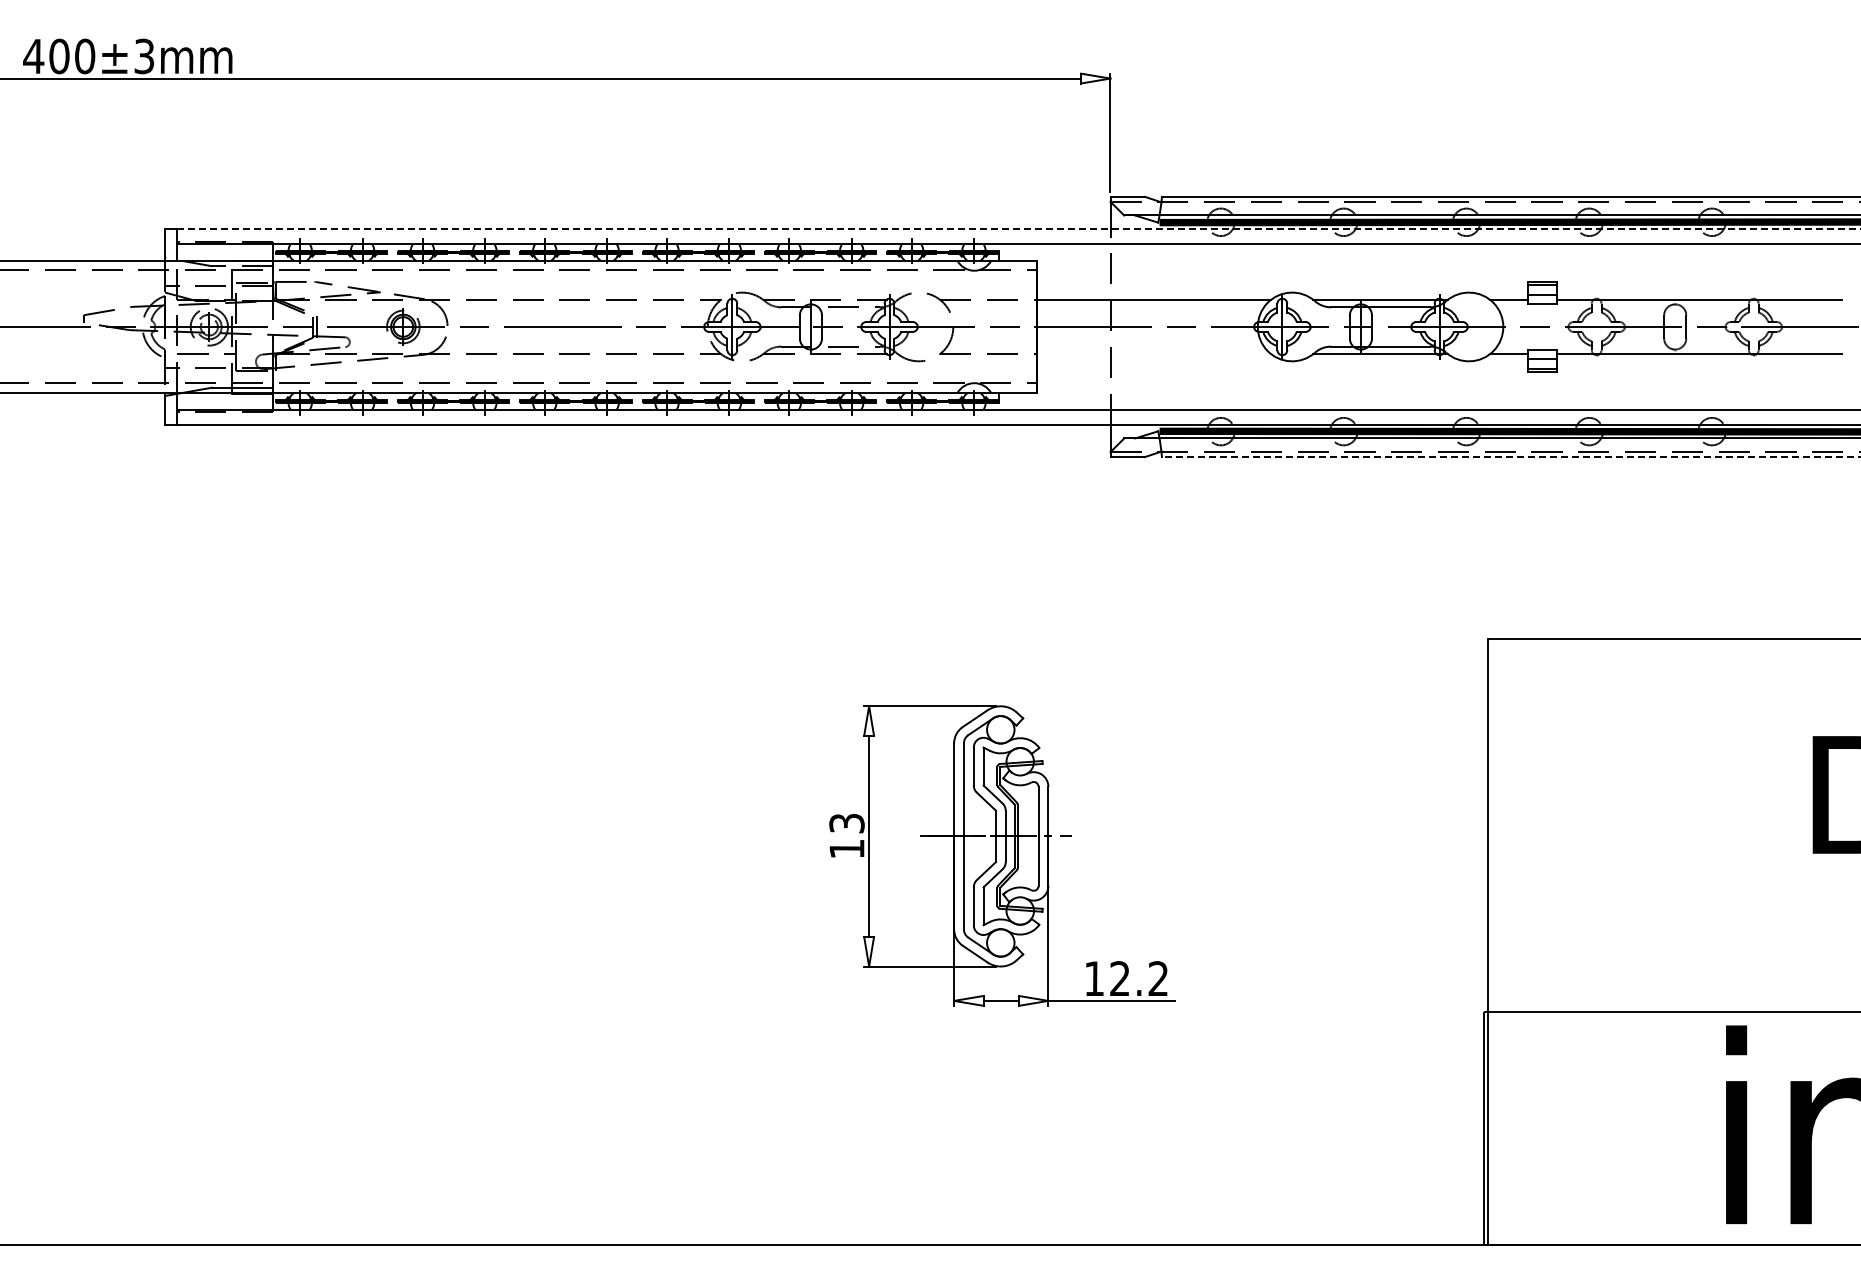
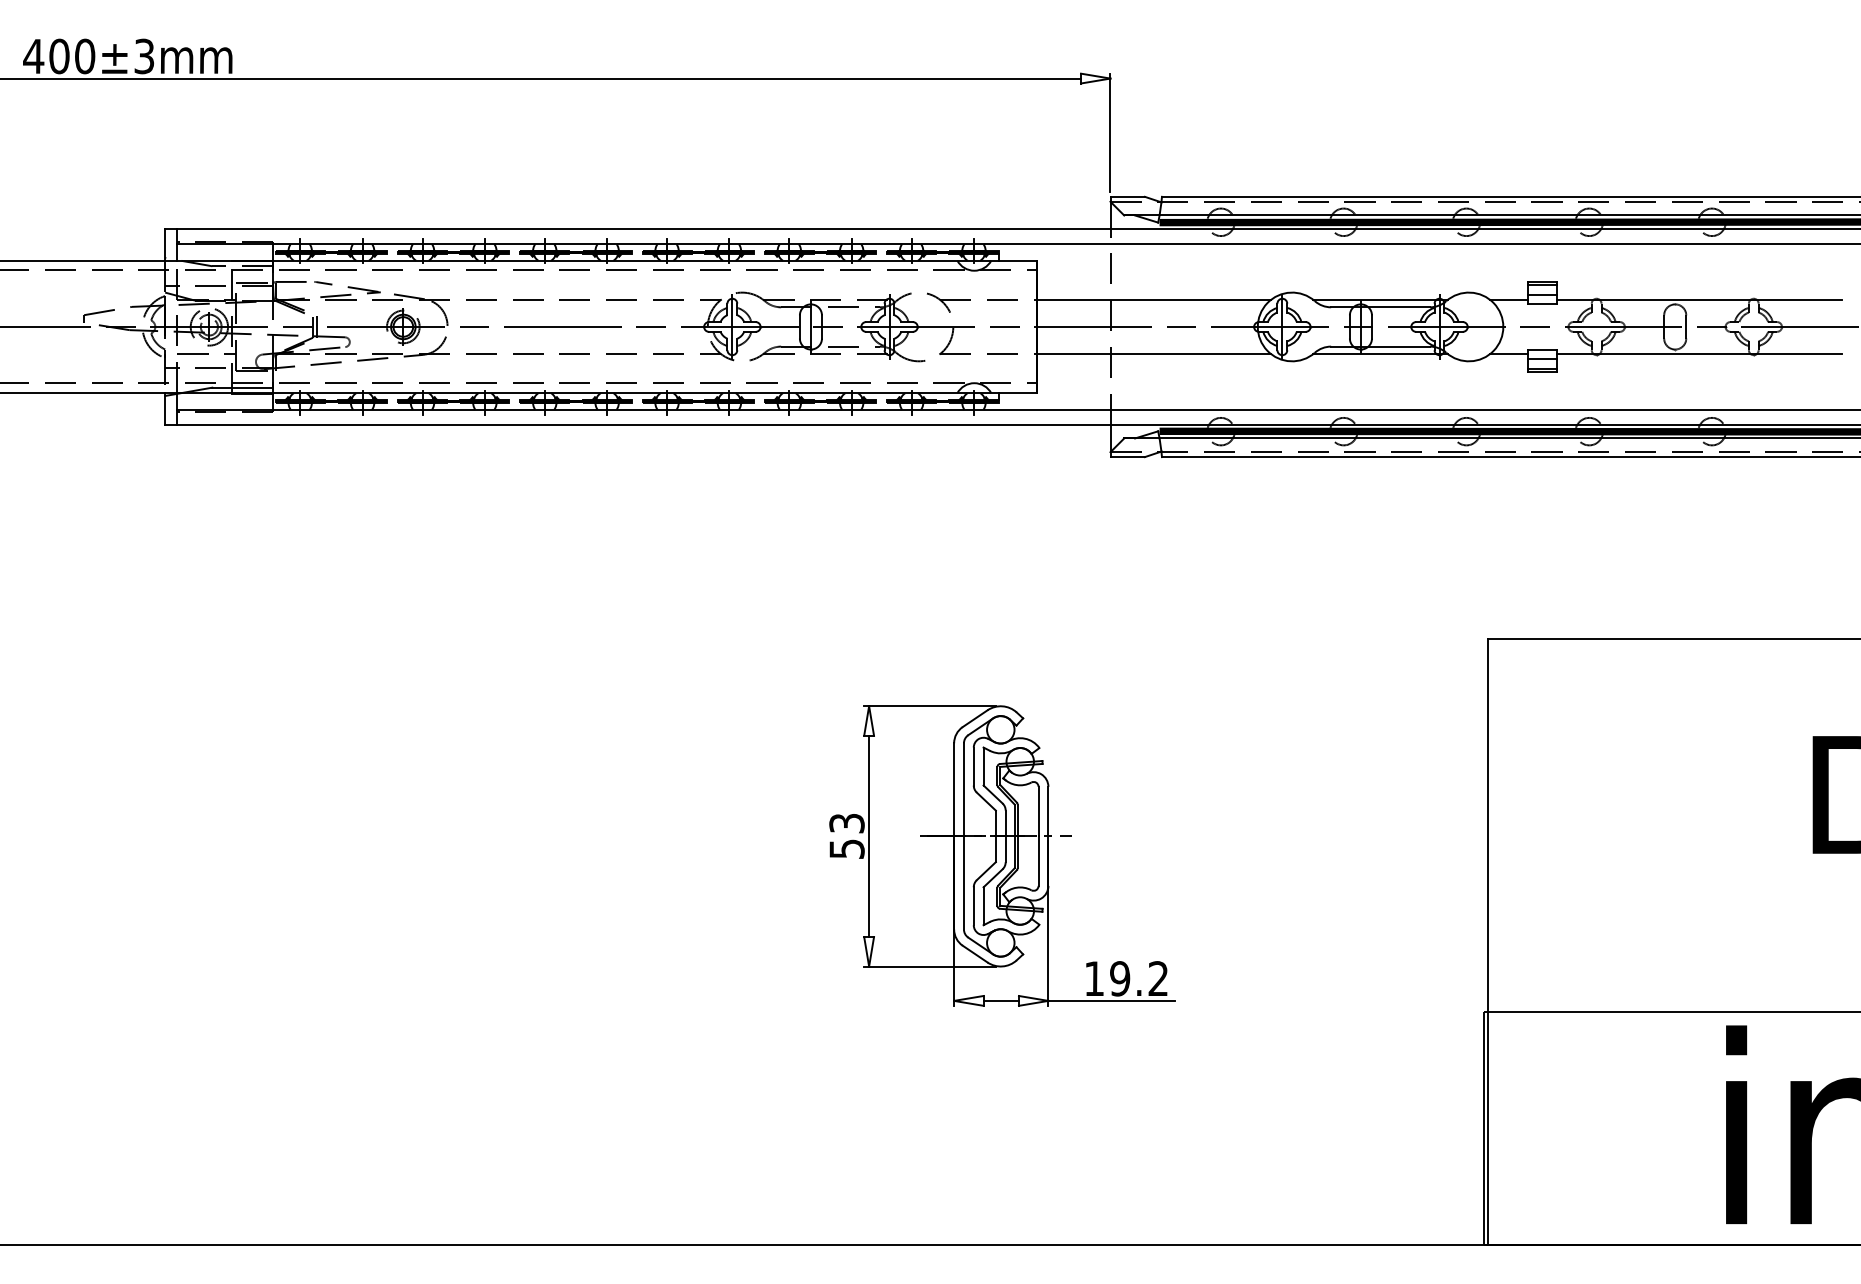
line at (1018, 229): dashed -> solid
line at (1153, 353): none -> present
line at (1510, 457): dashed -> solid
text at (846, 848): 13 -> 53
text at (1120, 978): 12.2 -> 19.2
